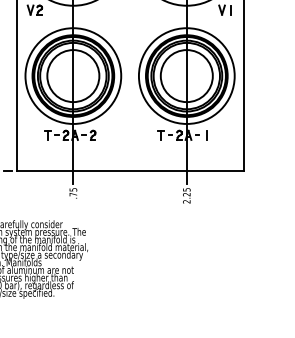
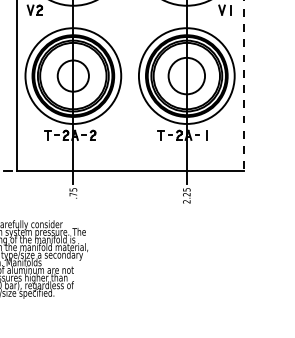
circle at (73, 76) diameter: 52 px -> 31 px
circle at (186, 76) diameter: 52 px -> 36 px
line at (243, 85): solid -> dashed
